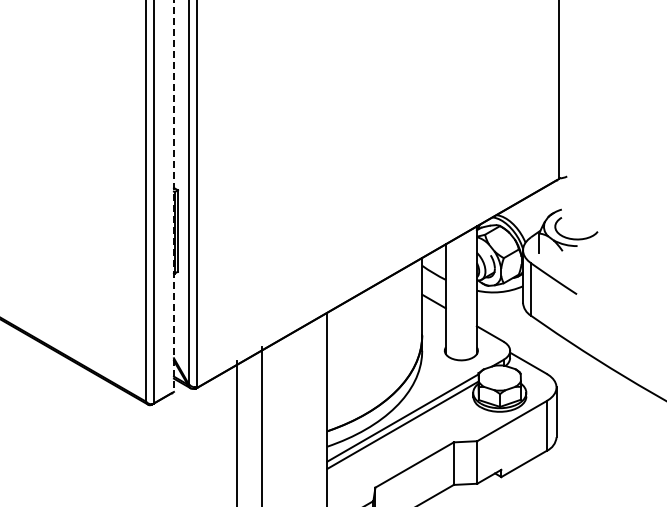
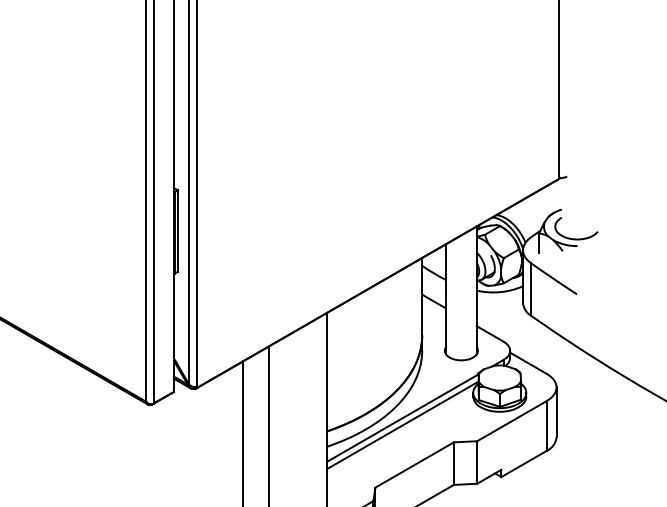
line at (173, 196): dashed -> solid
line at (261, 424) position: (261, 424) -> (268, 424)
line at (237, 432) position: (237, 432) -> (243, 432)
